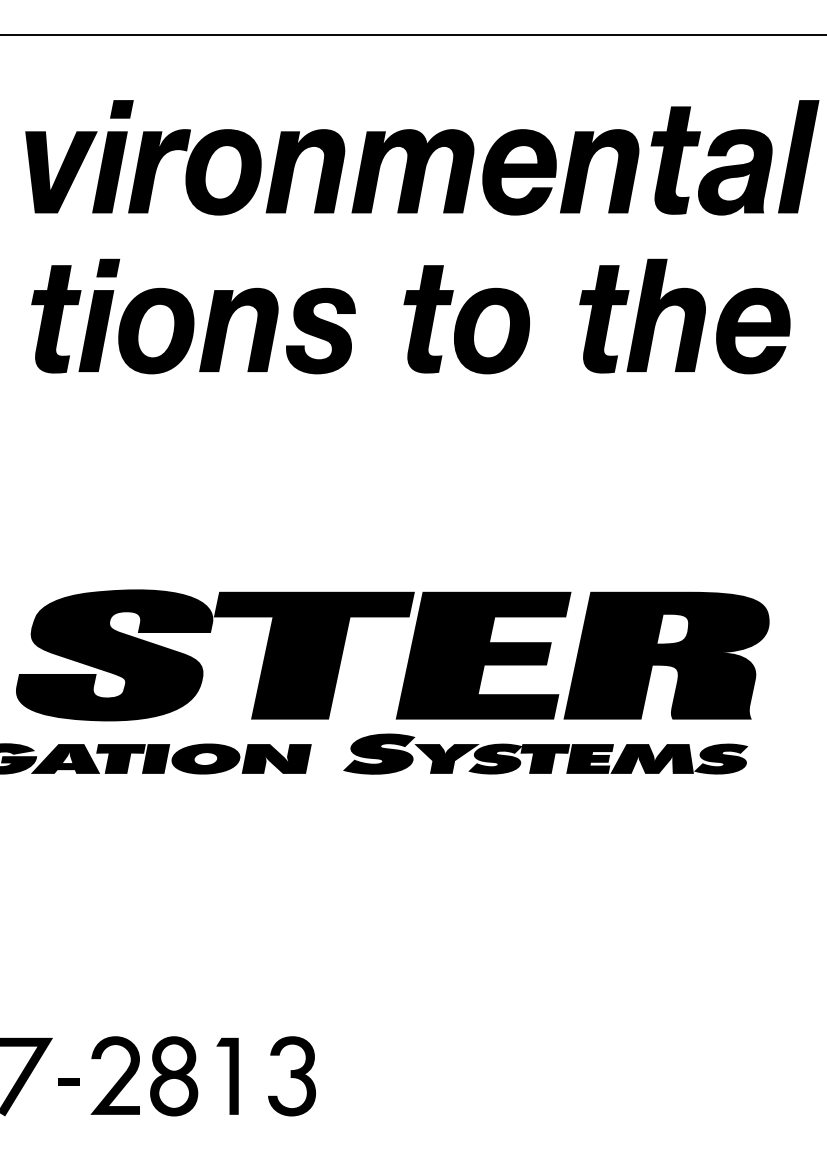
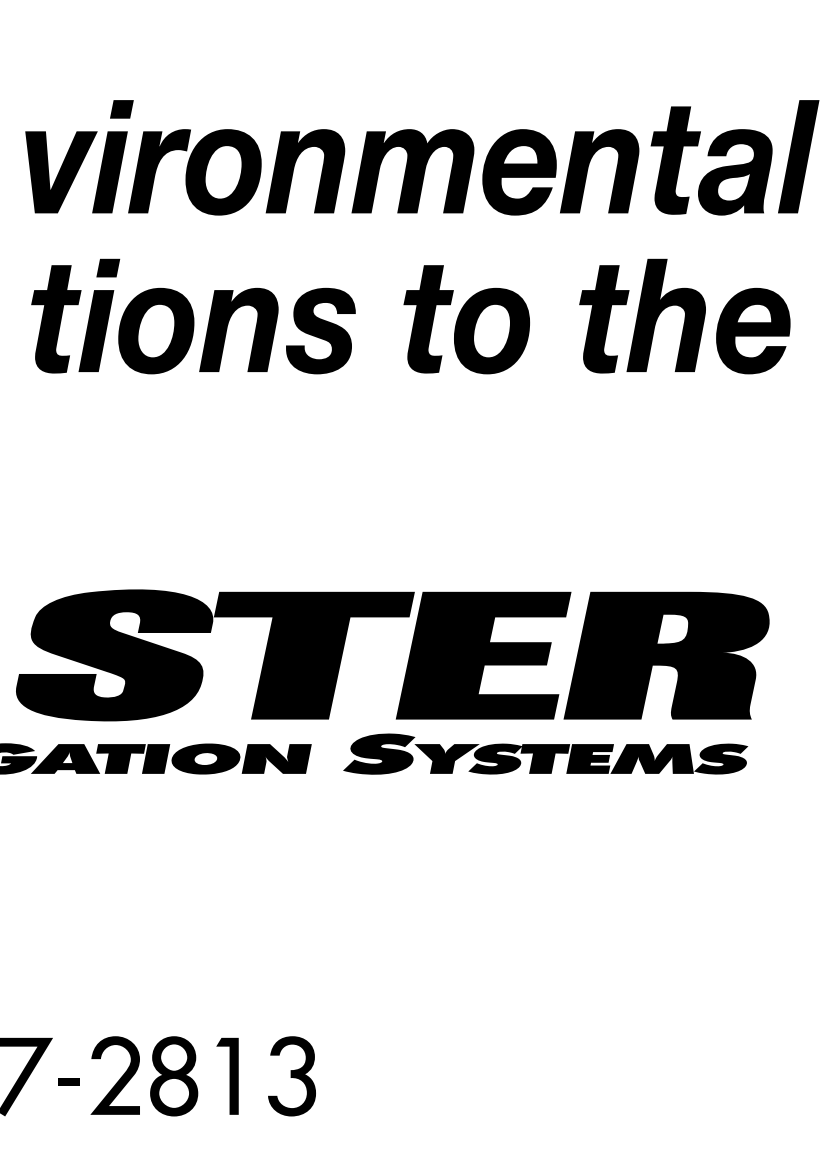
line at (412, 34): present -> none
